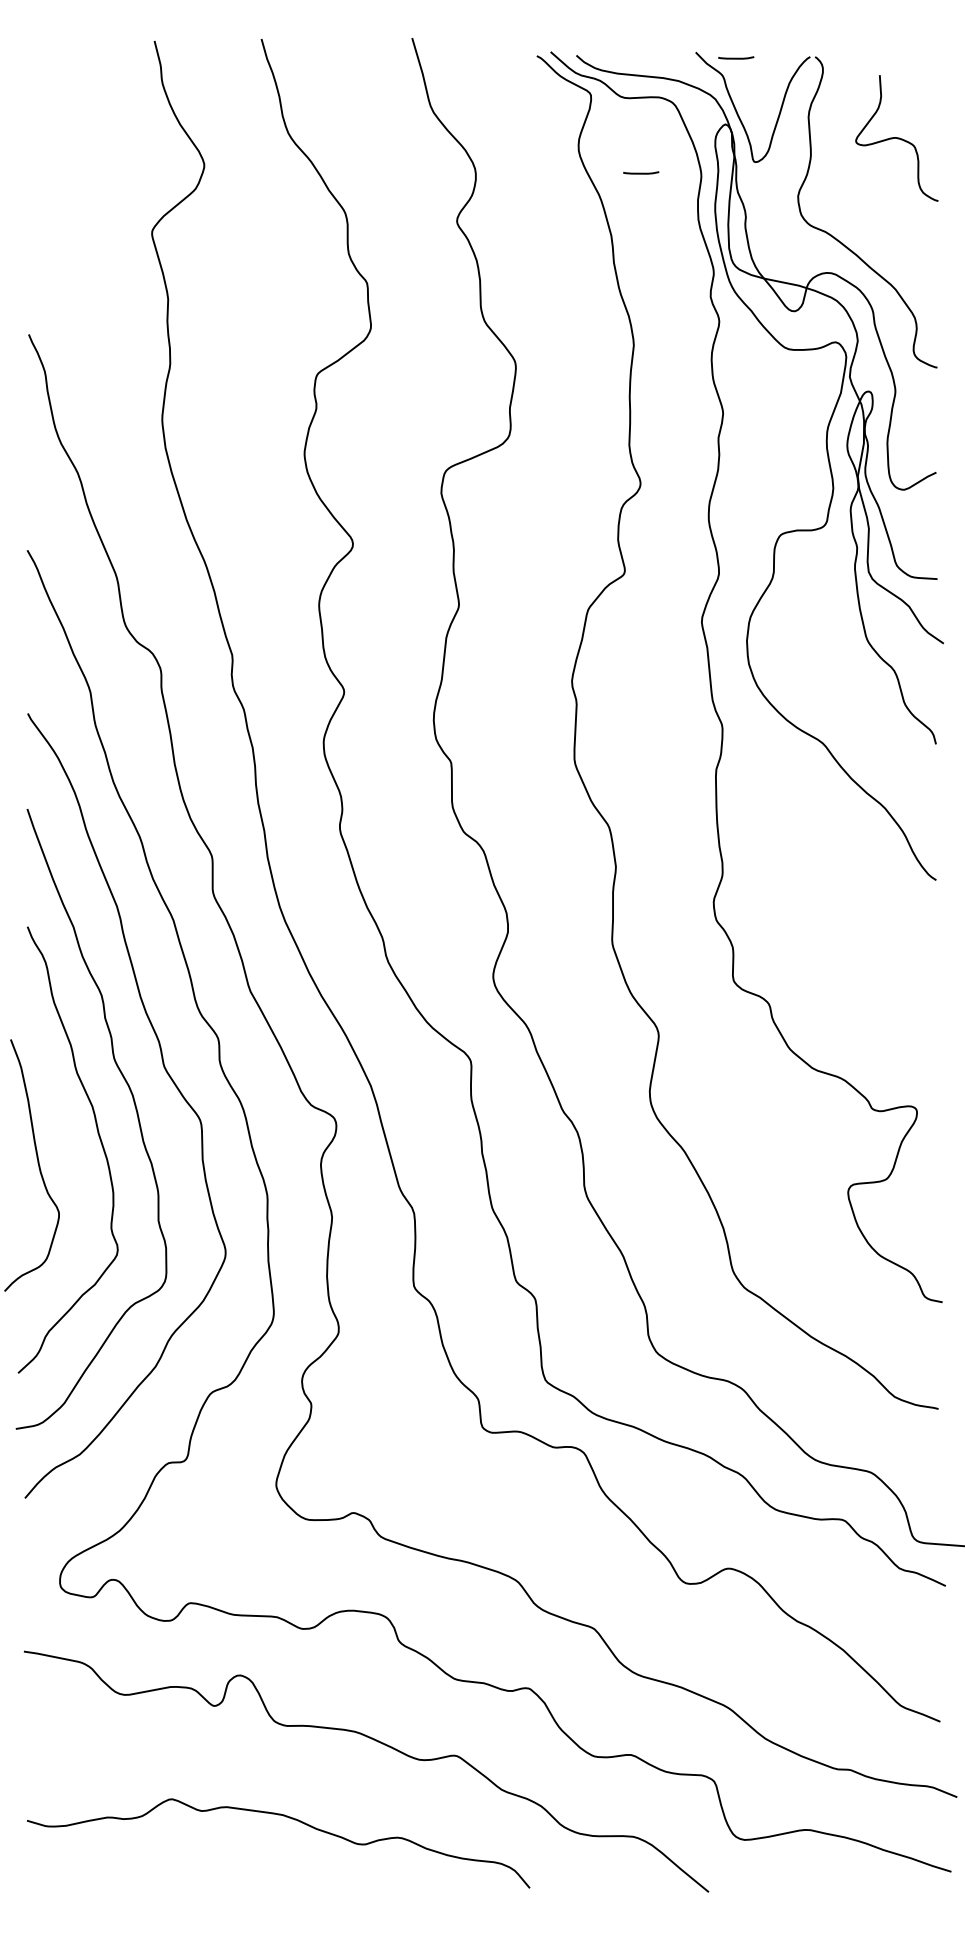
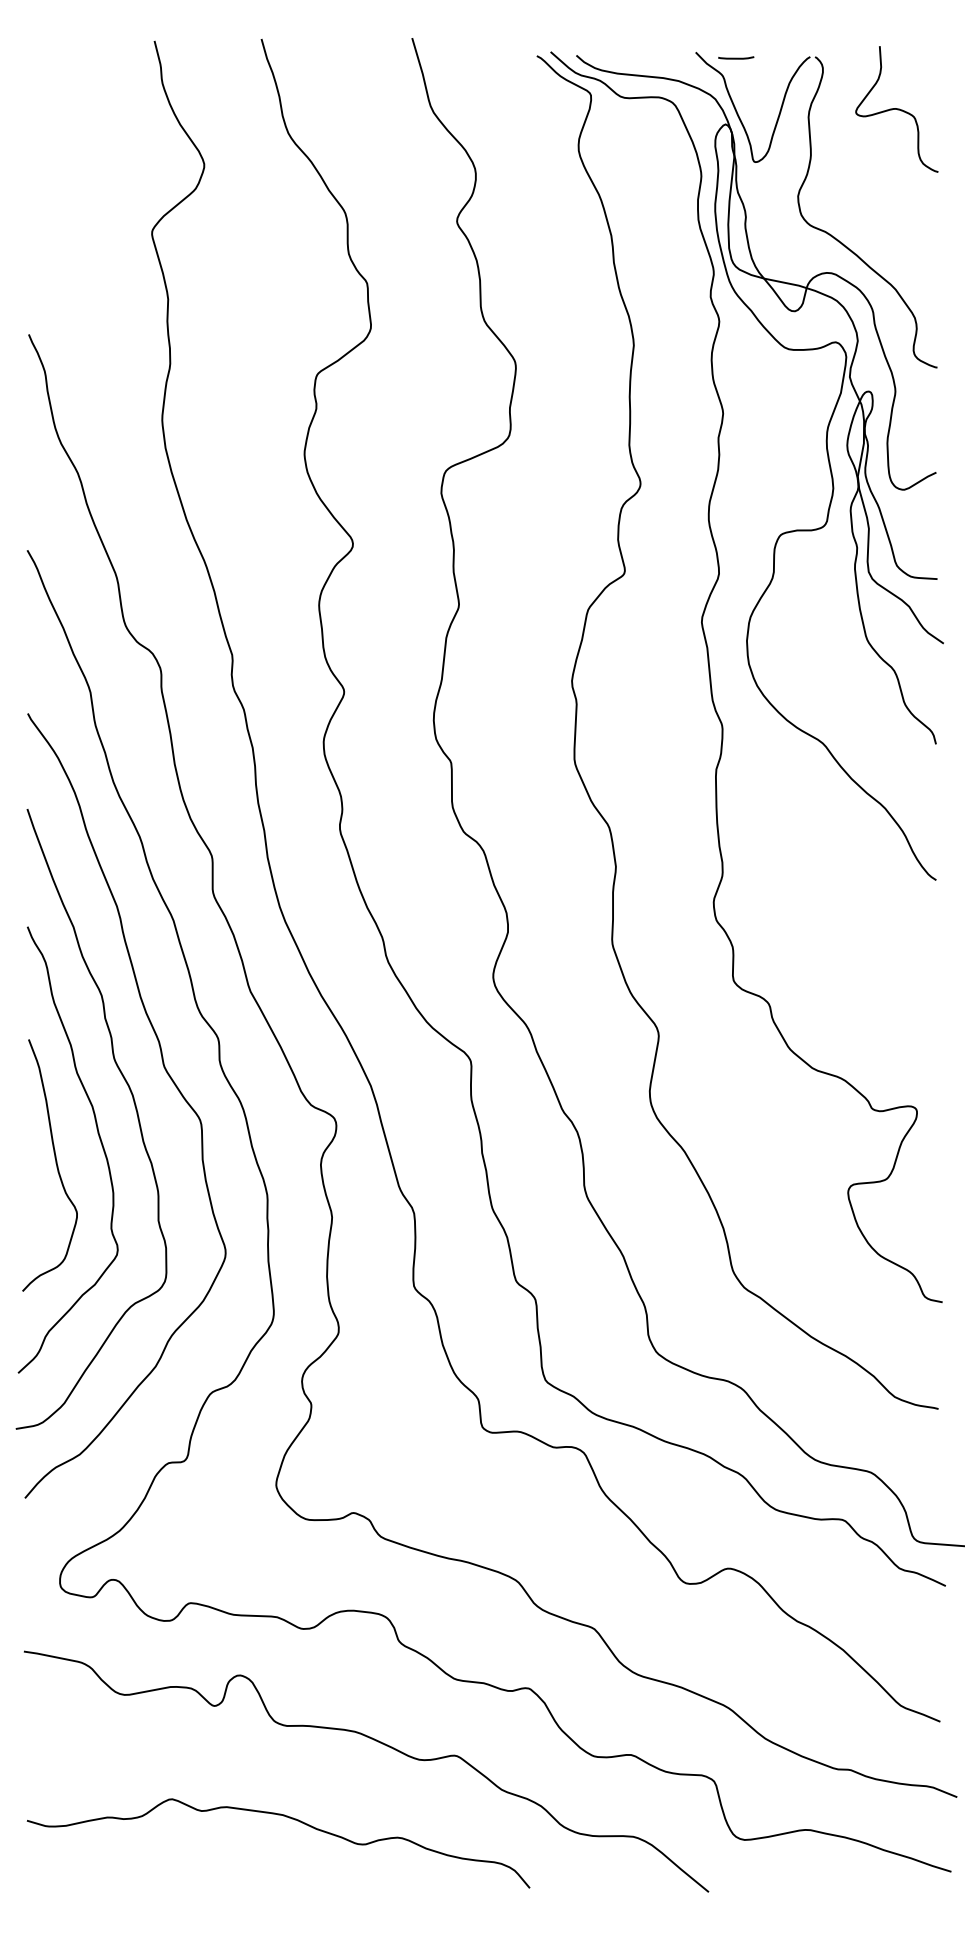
curve at (896, 138) position: (896, 138) -> (896, 109)
line at (641, 172): present -> none
curve at (37, 1163) position: (37, 1163) -> (55, 1163)
